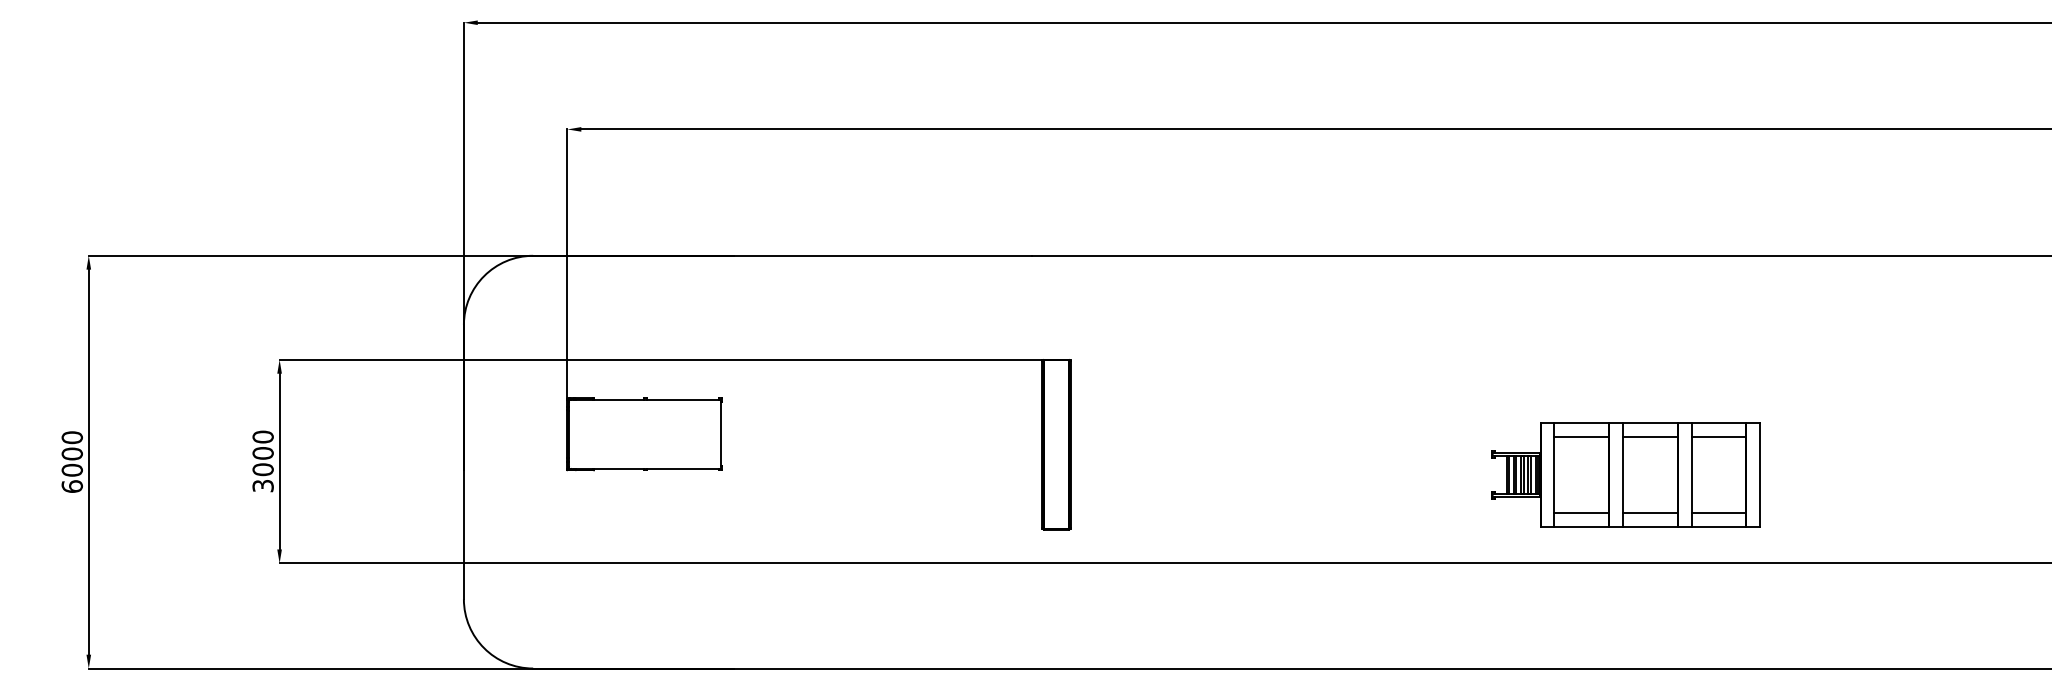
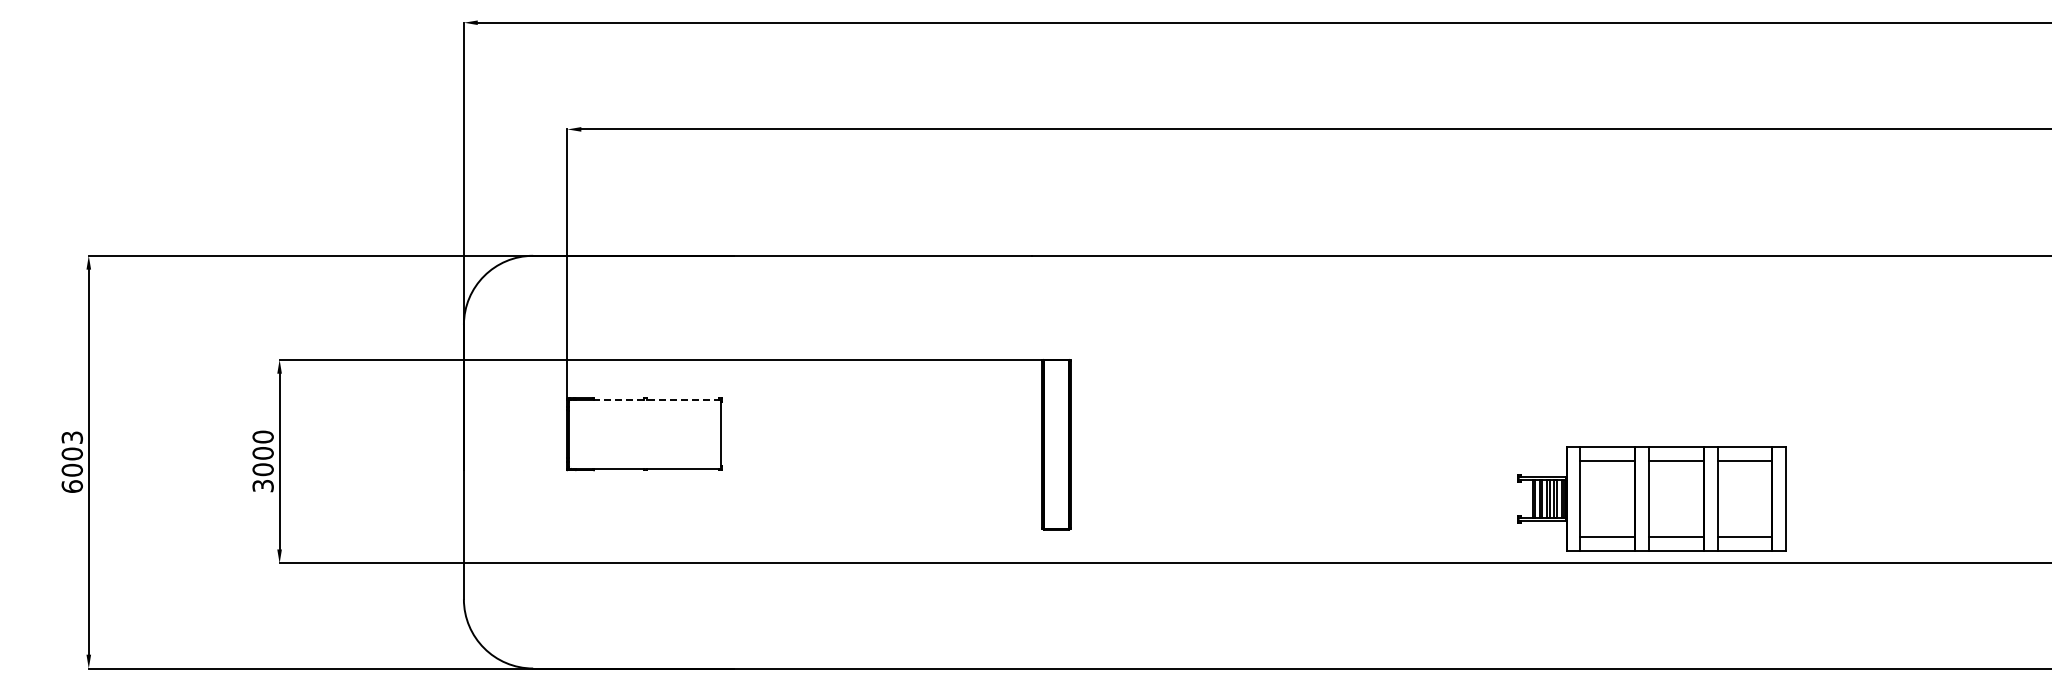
line at (657, 399): solid -> dashed
text at (71, 437): 6000 -> 6003
part at (1625, 474) position: (1625, 474) -> (1651, 498)
